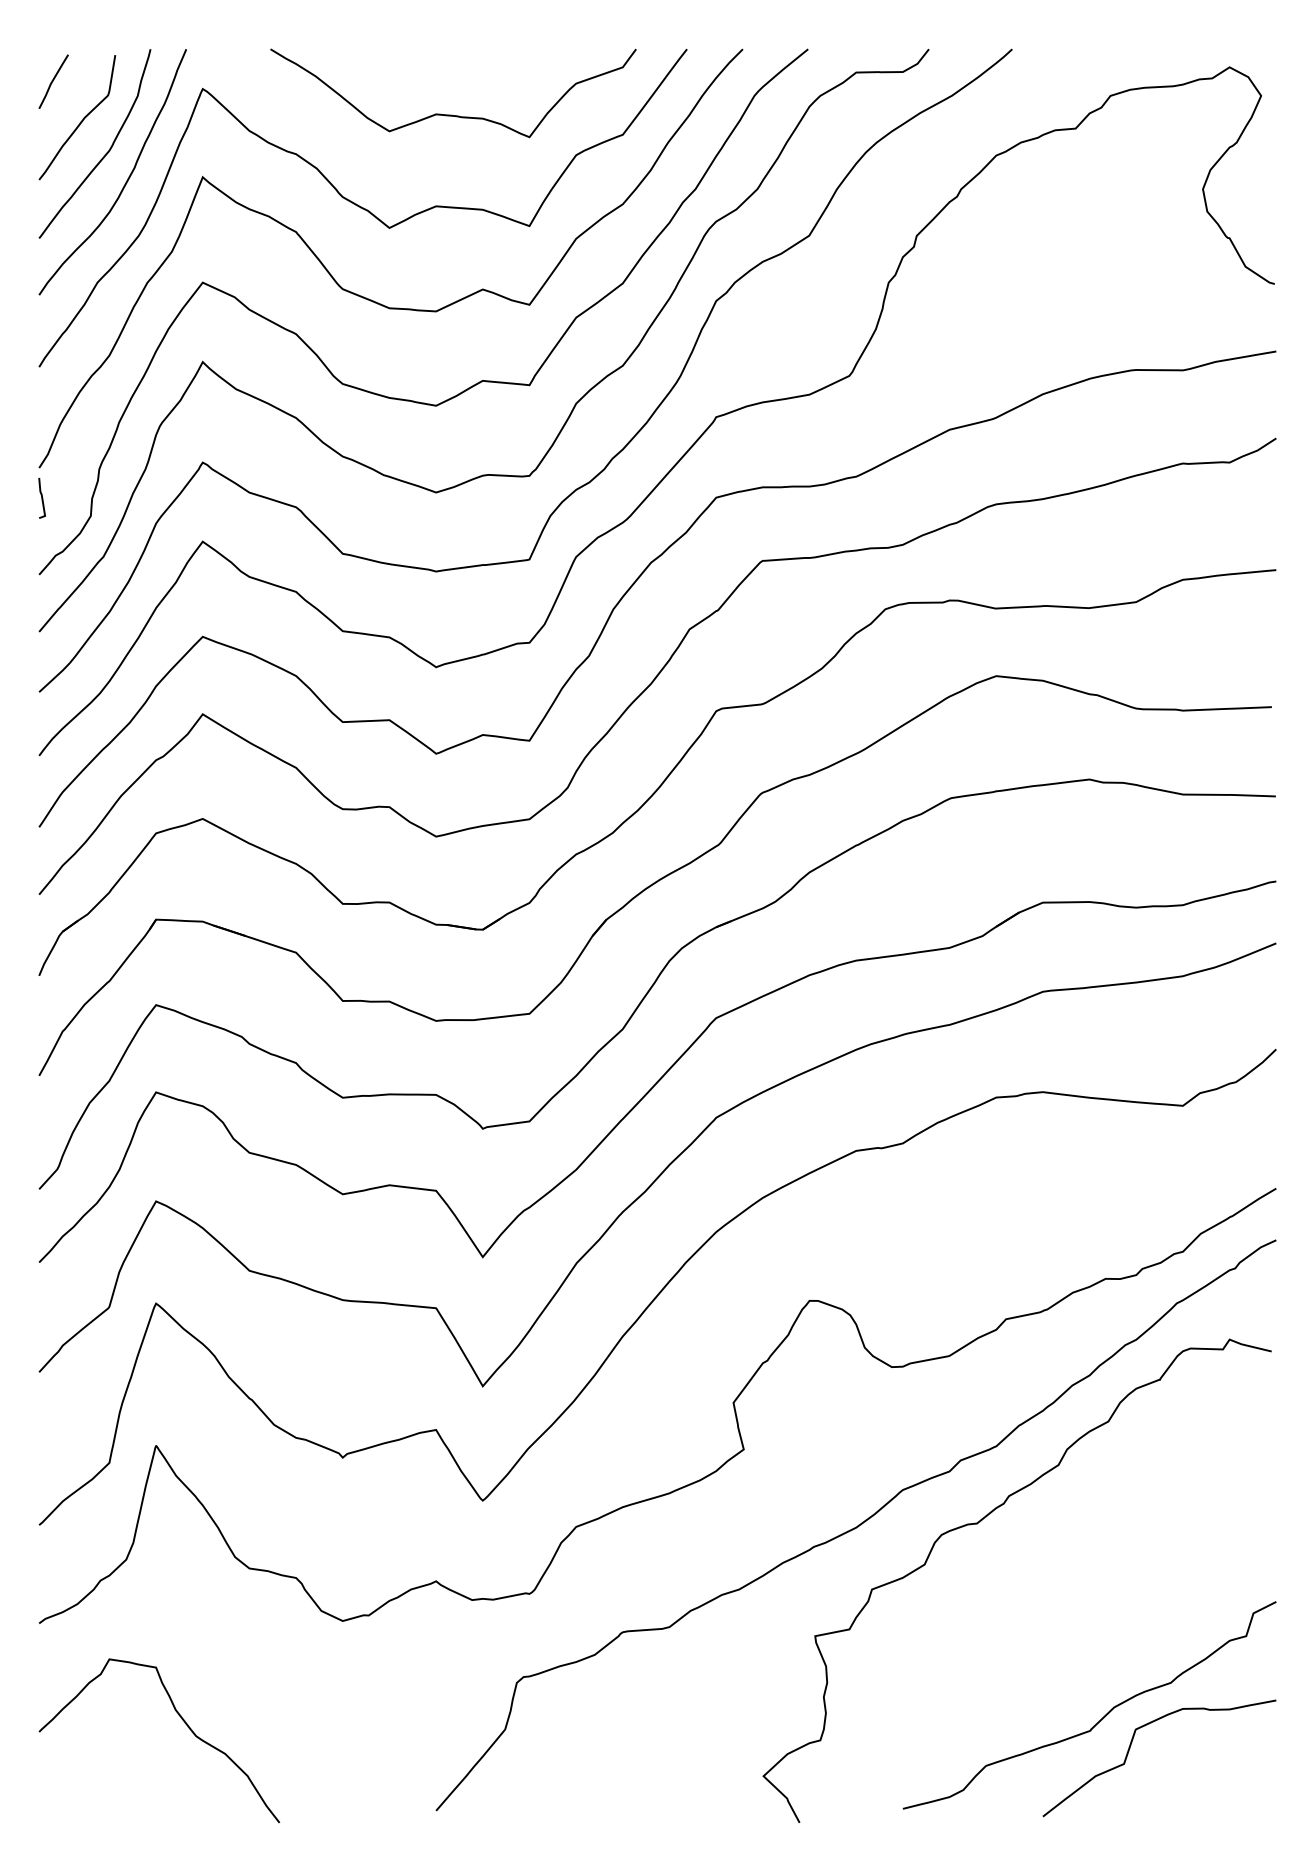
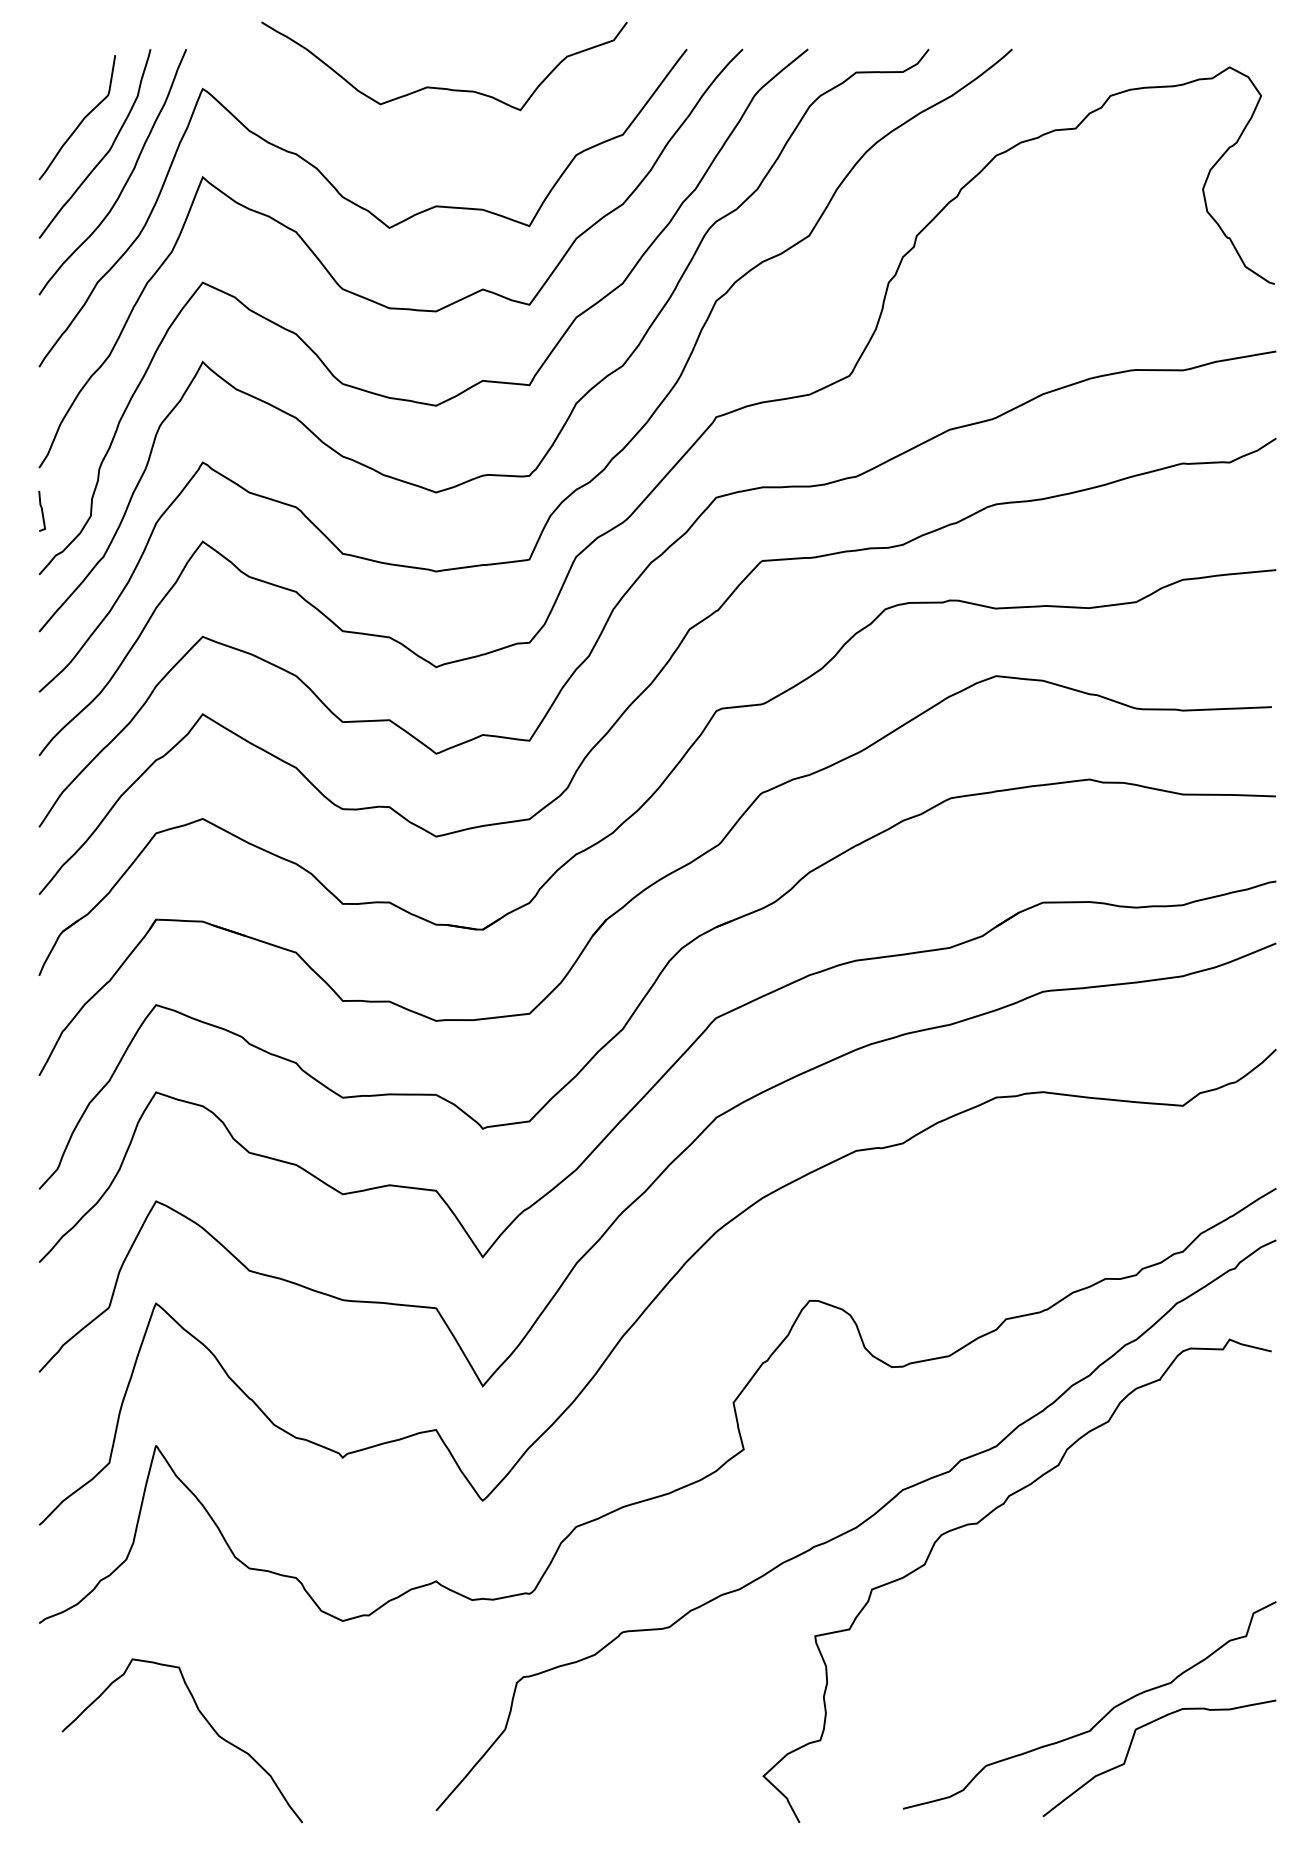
line at (53, 81): present -> none
curve at (452, 114) position: (452, 114) -> (443, 87)
line at (41, 497) position: (41, 497) -> (41, 510)
curve at (184, 1723) position: (184, 1723) -> (207, 1723)
